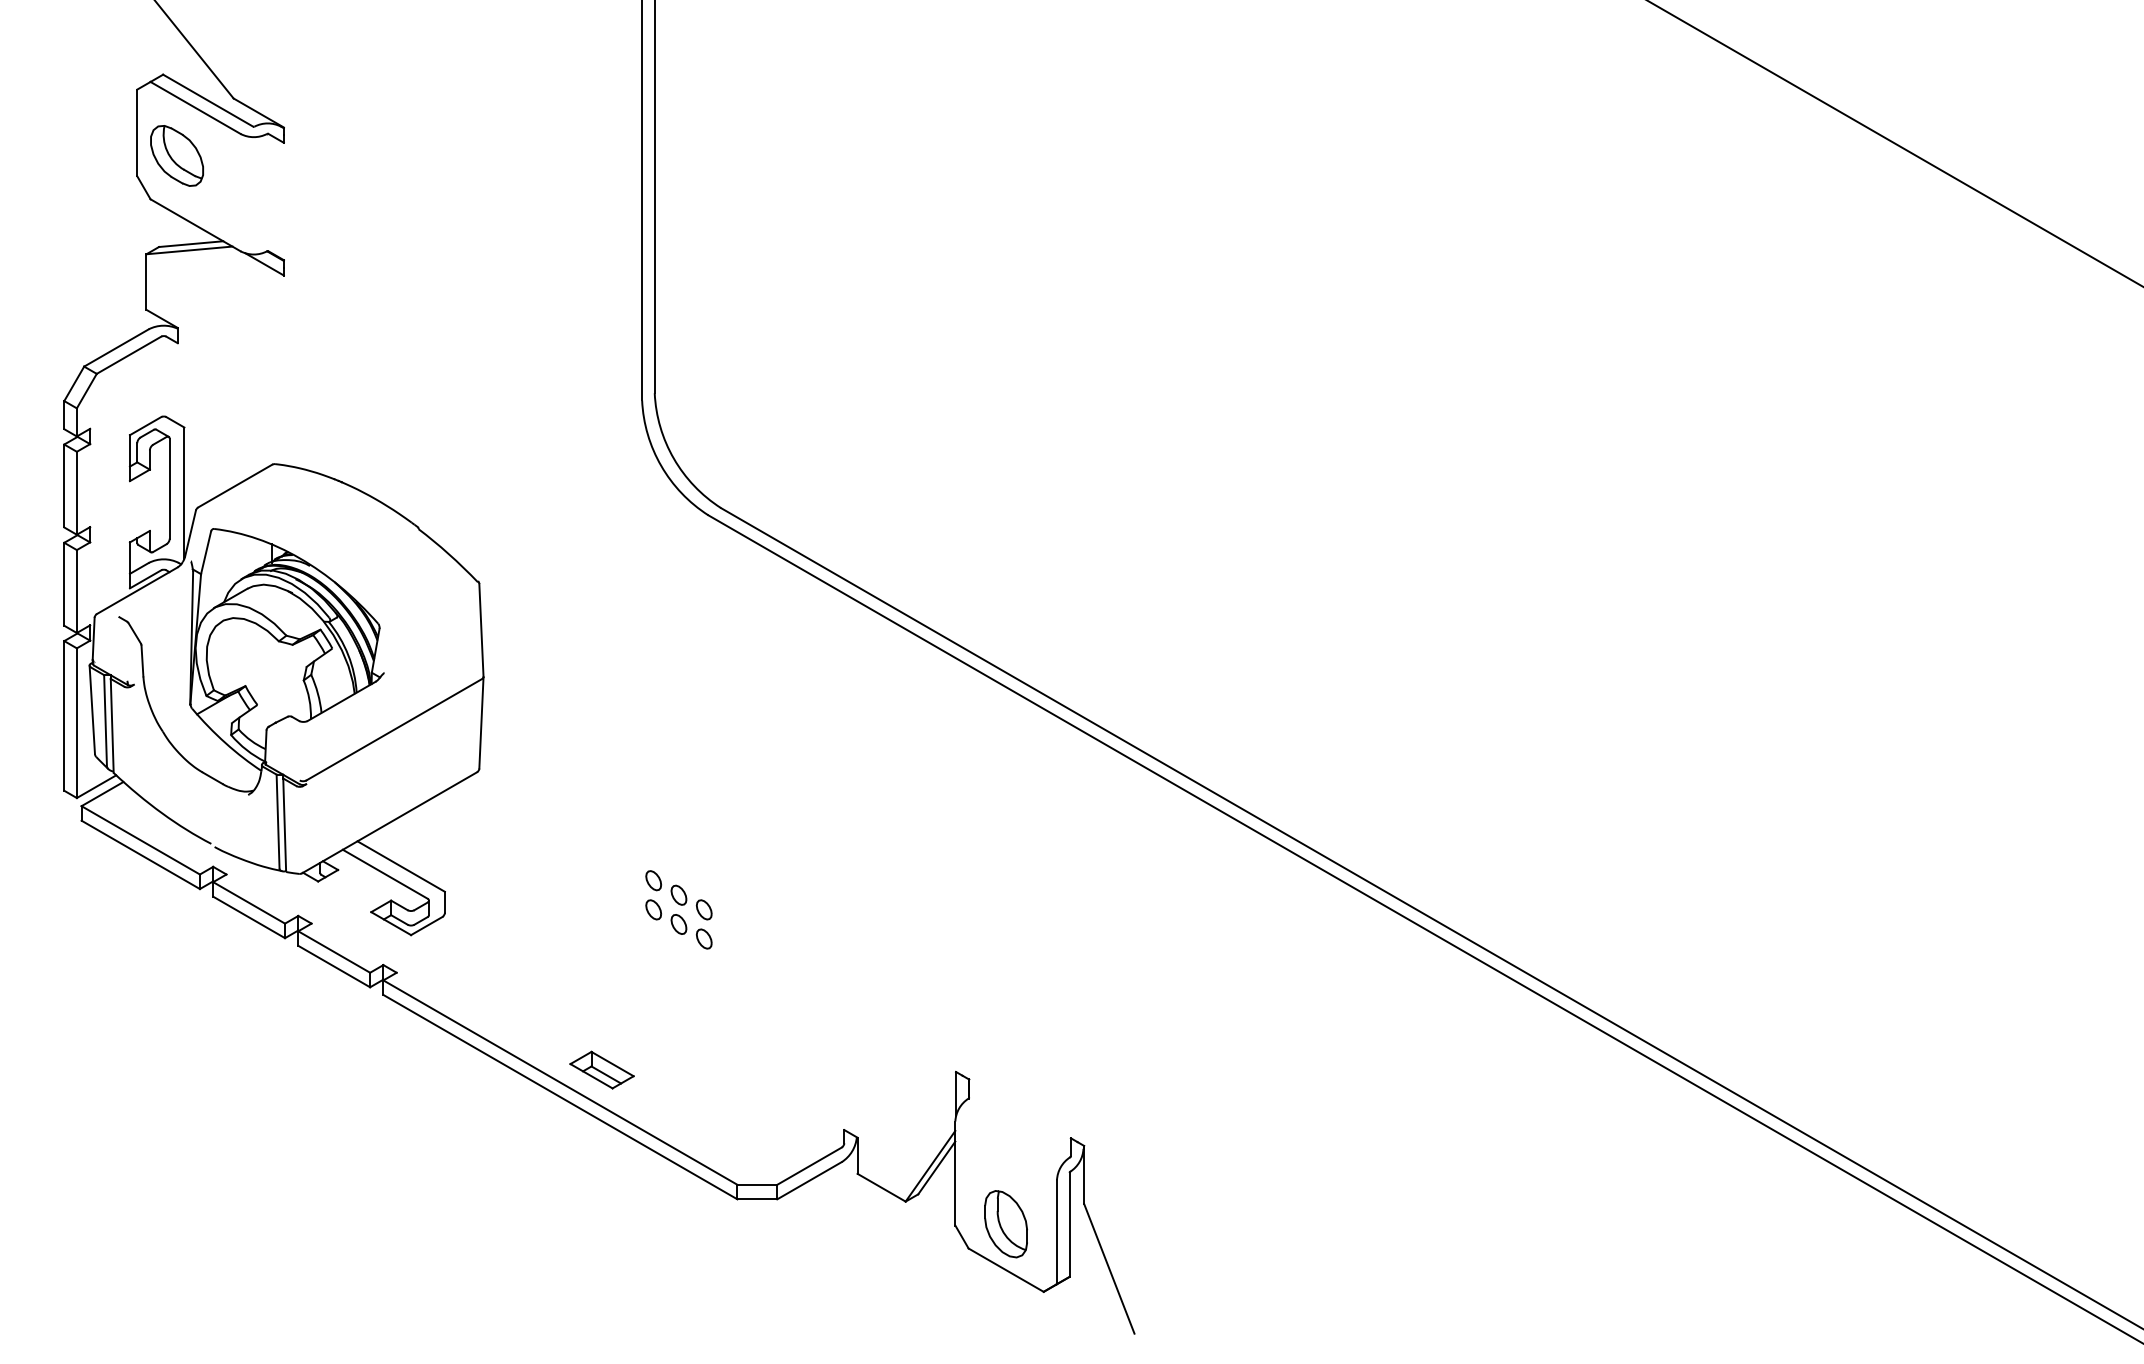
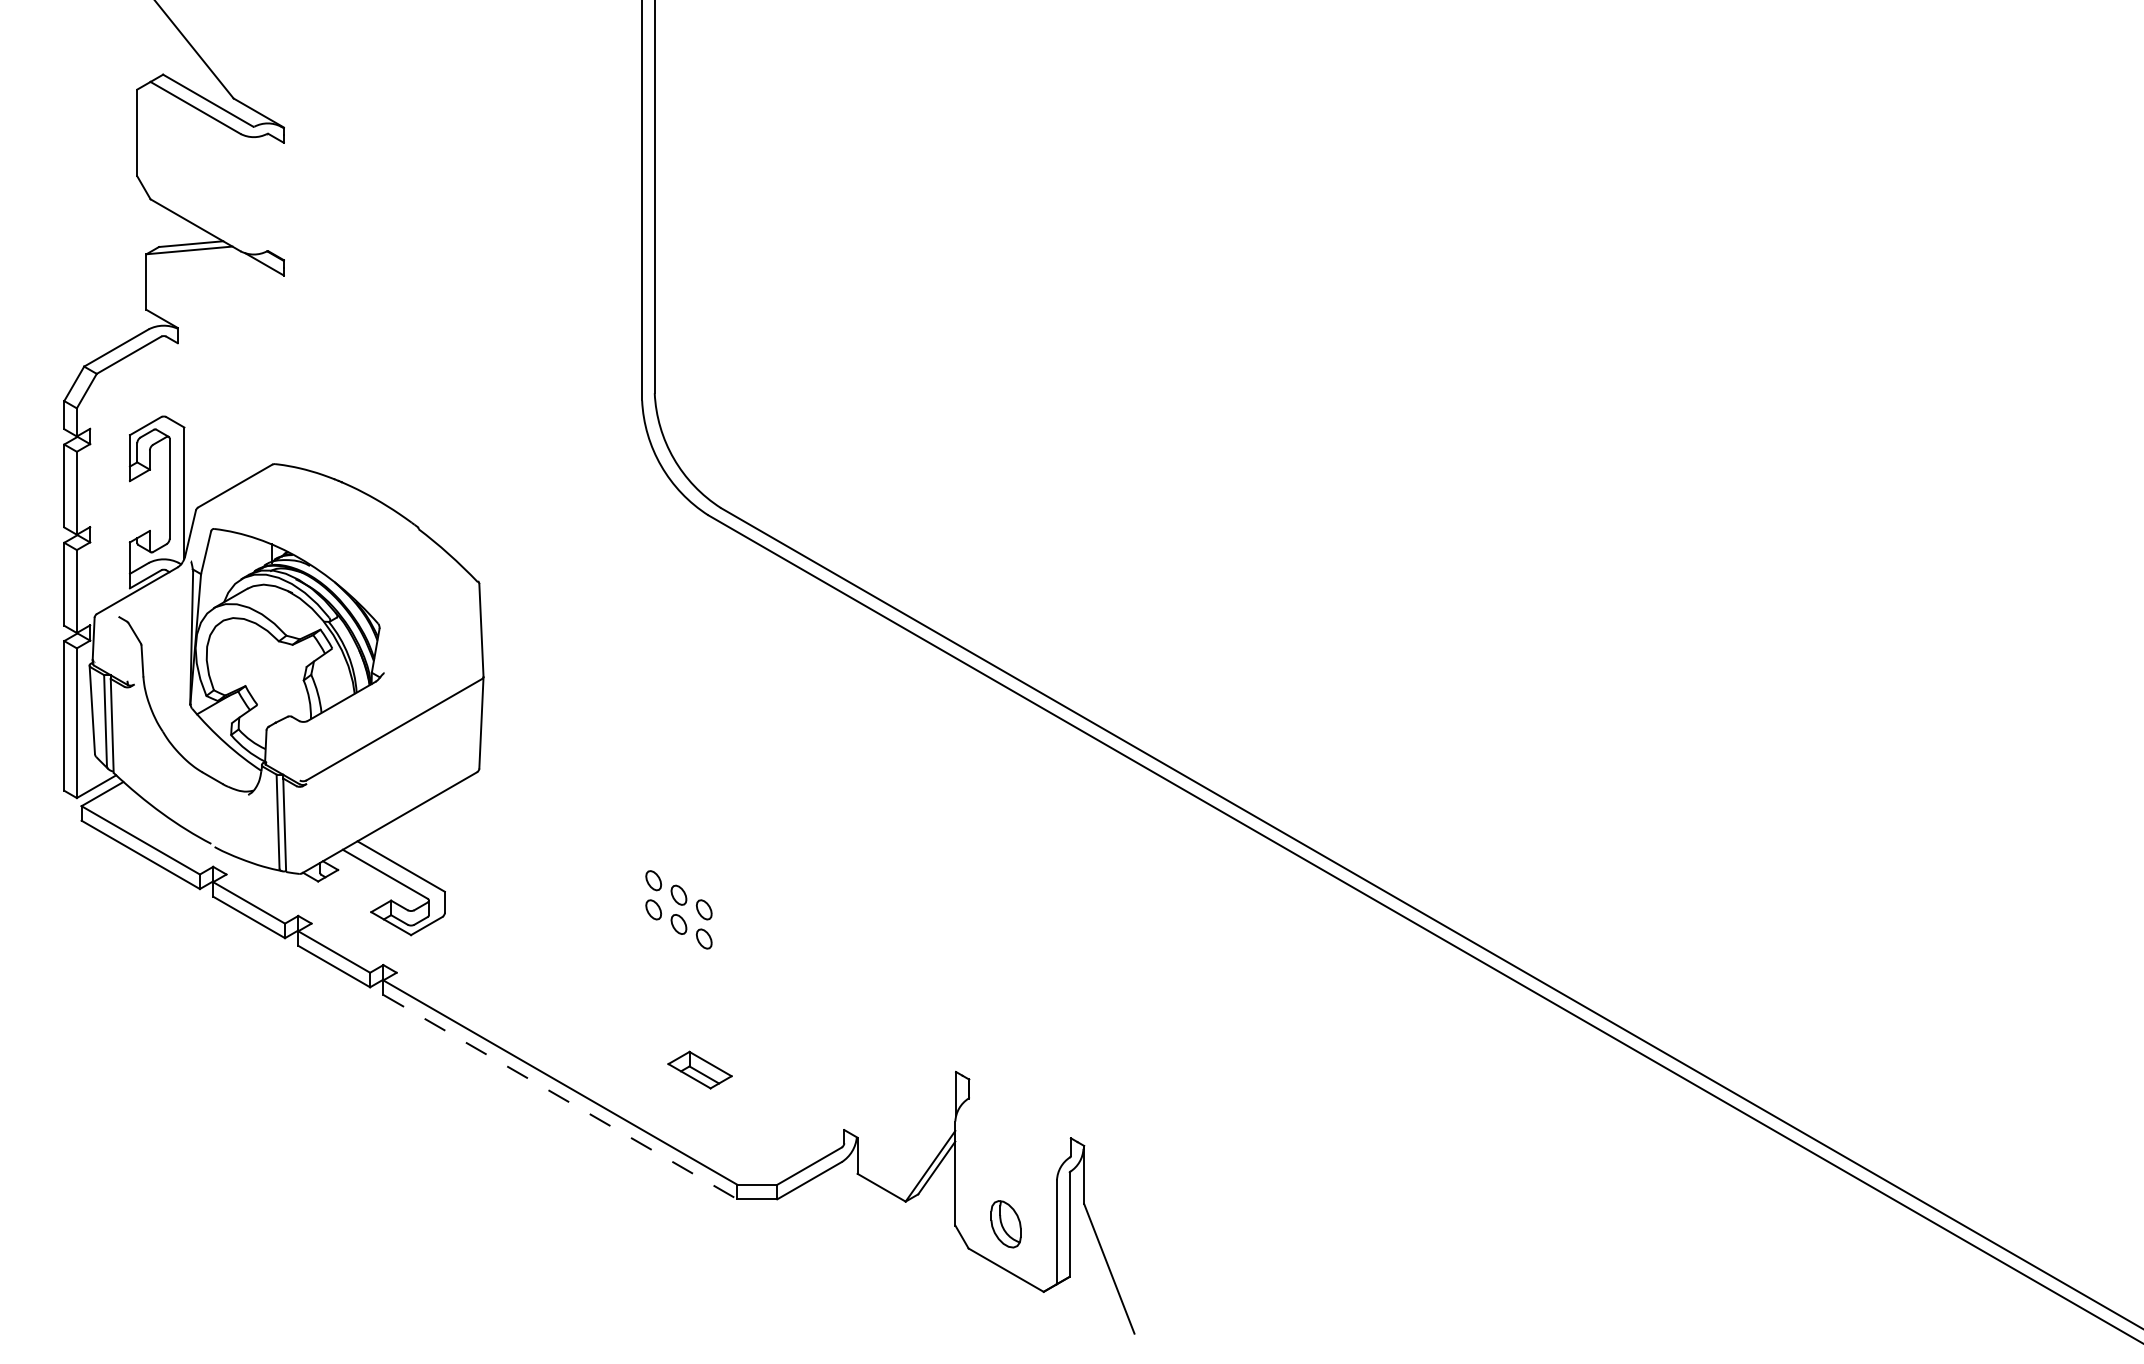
line at (1894, 143): present -> none
part at (176, 155): present -> none
part at (601, 1069) position: (601, 1069) -> (699, 1069)
line at (560, 1097): solid -> dashed
part at (1005, 1224) size: 44x69 px -> 32x49 px
